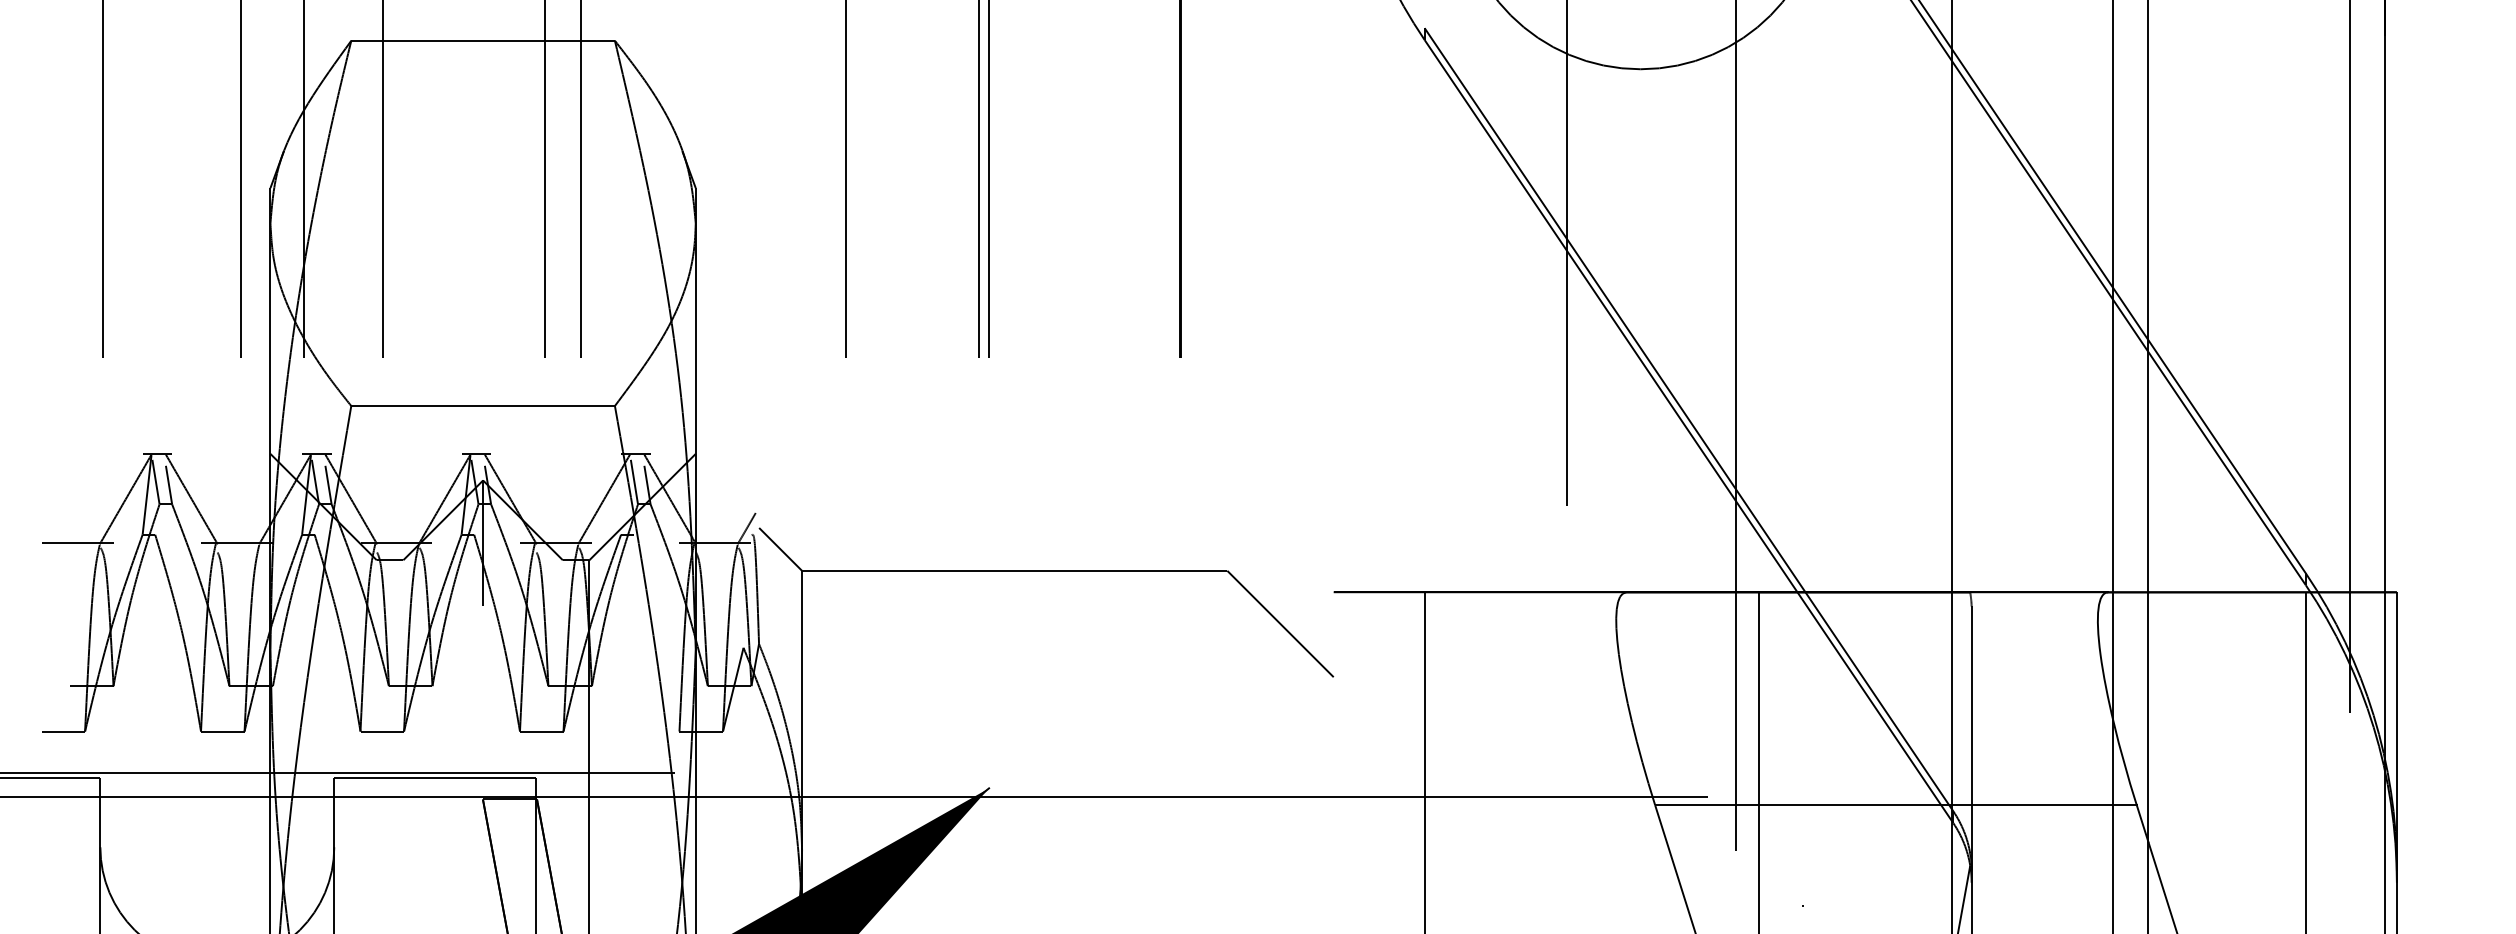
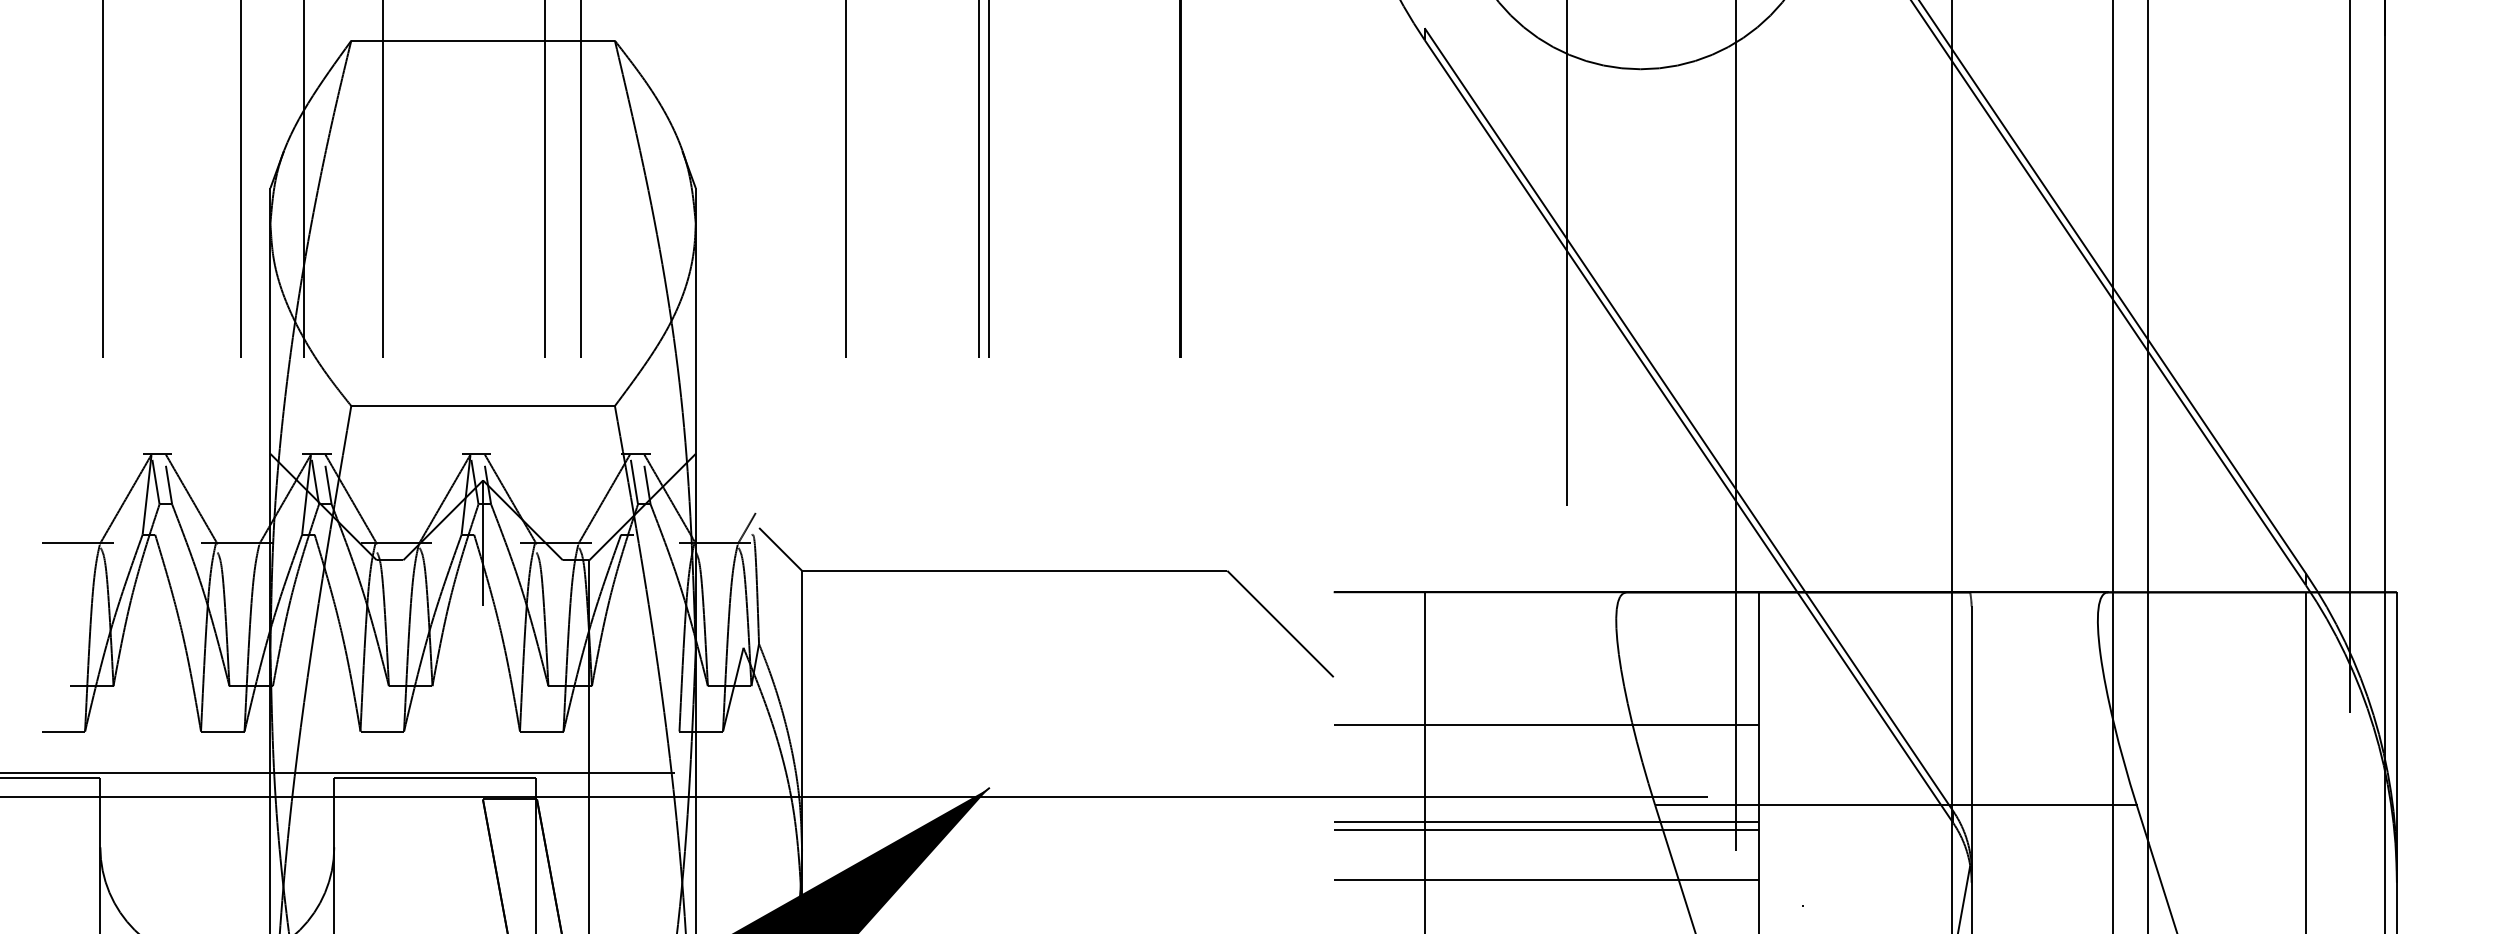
line at (1545, 725): none -> present
line at (1545, 822): none -> present
line at (1545, 829): none -> present
line at (1545, 879): none -> present
